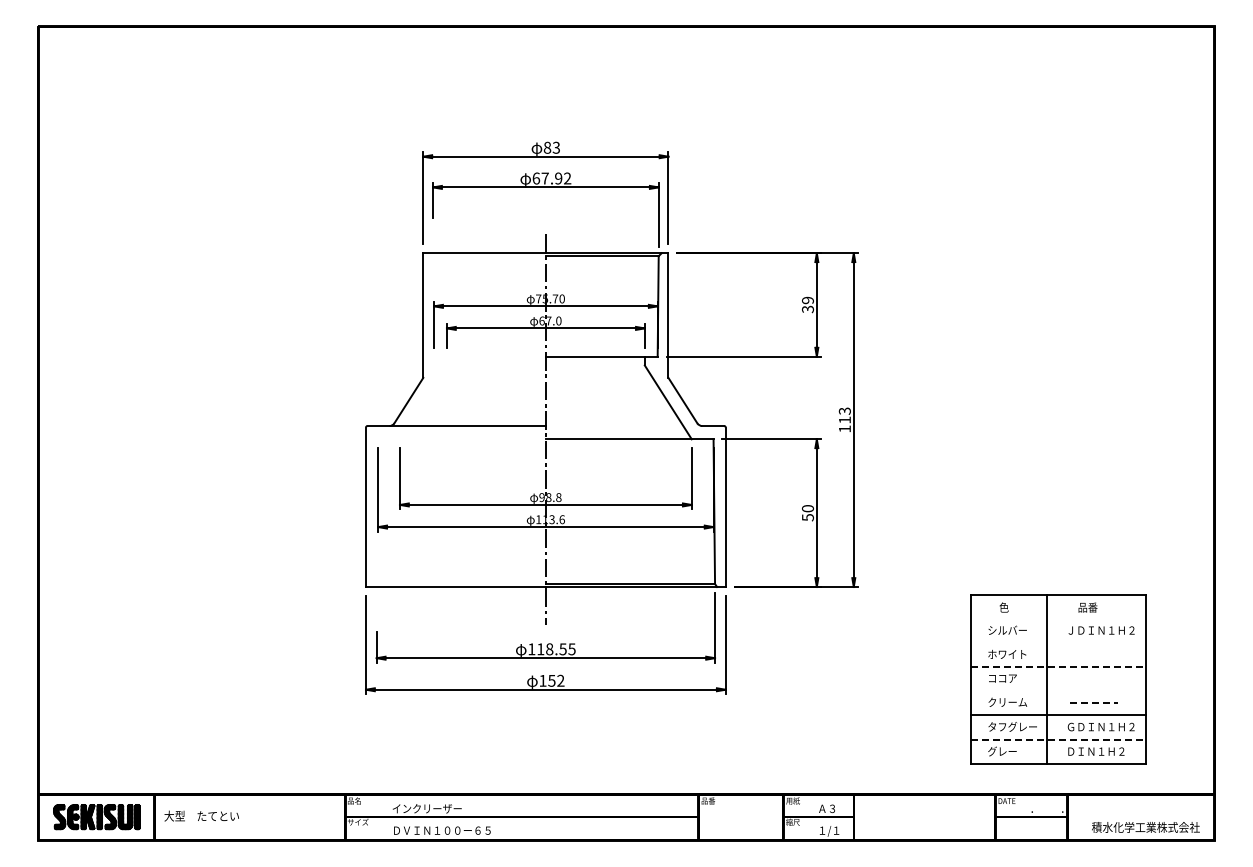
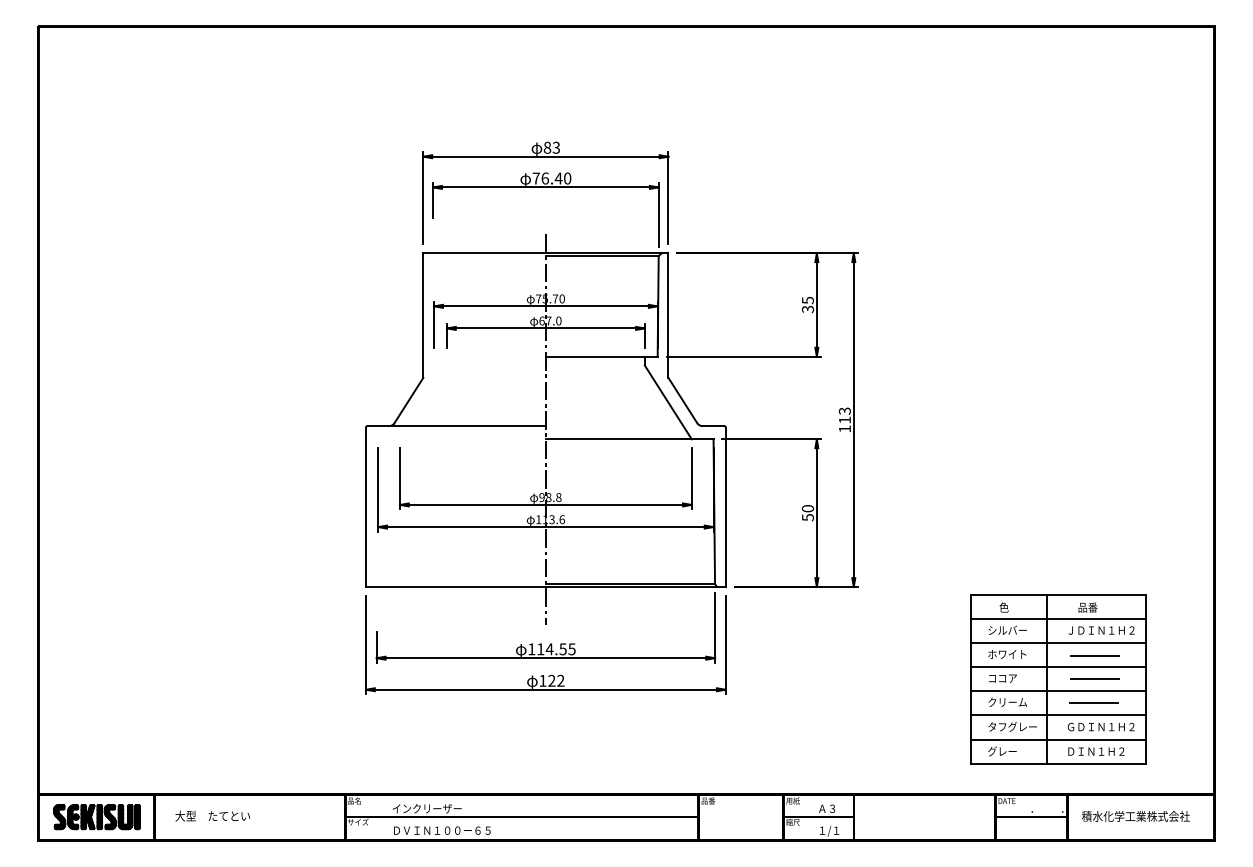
text at (551, 178): 67.92 -> 76.40
text at (807, 300): 39 -> 35
line at (1058, 618): none -> present
line at (1058, 643): none -> present
text at (549, 649): 118.55 -> 114.55
line at (1094, 655): none -> present
line at (1058, 667): dashed -> solid
line at (1094, 679): none -> present
text at (551, 680): 152 -> 122
line at (1058, 690): none -> present
line at (1094, 703): dashed -> solid
line at (1058, 739): dashed -> solid
text at (201, 815) position: (201, 815) -> (212, 815)
text at (1145, 827) position: (1145, 827) -> (1135, 816)
